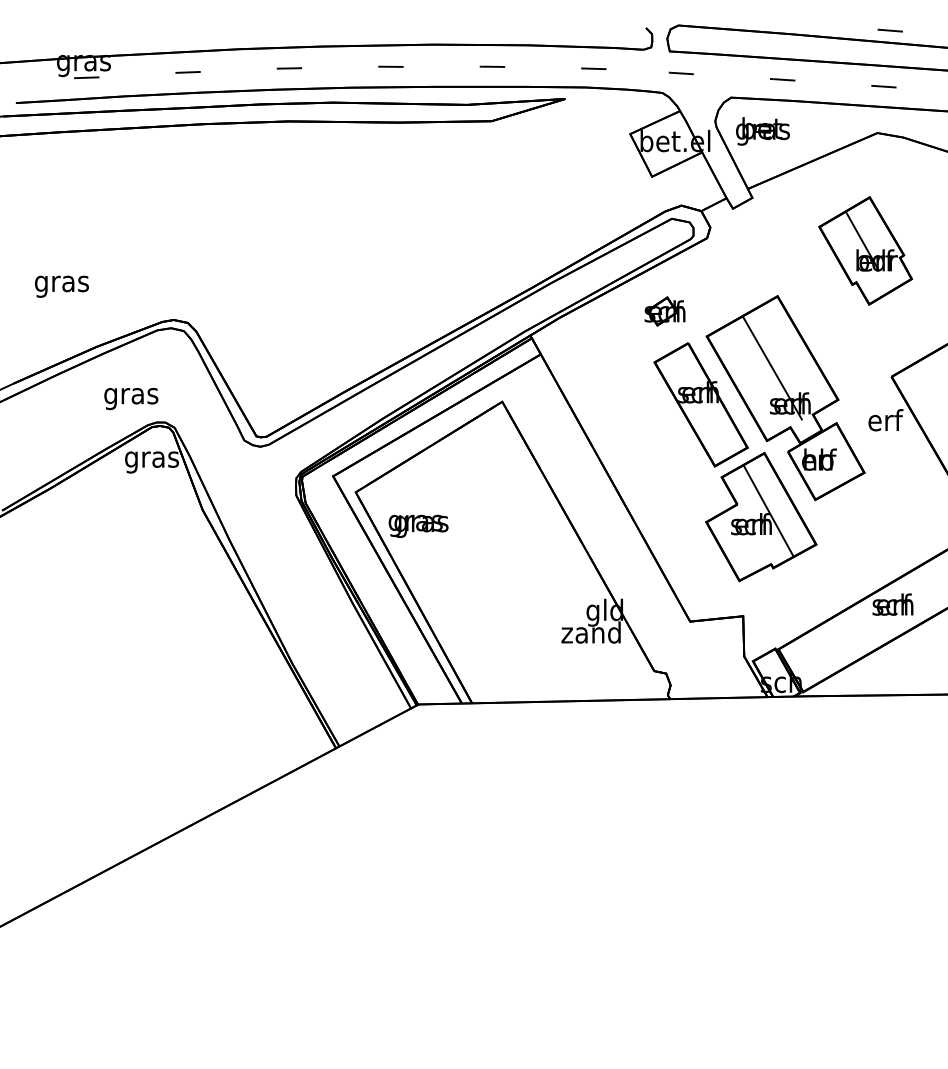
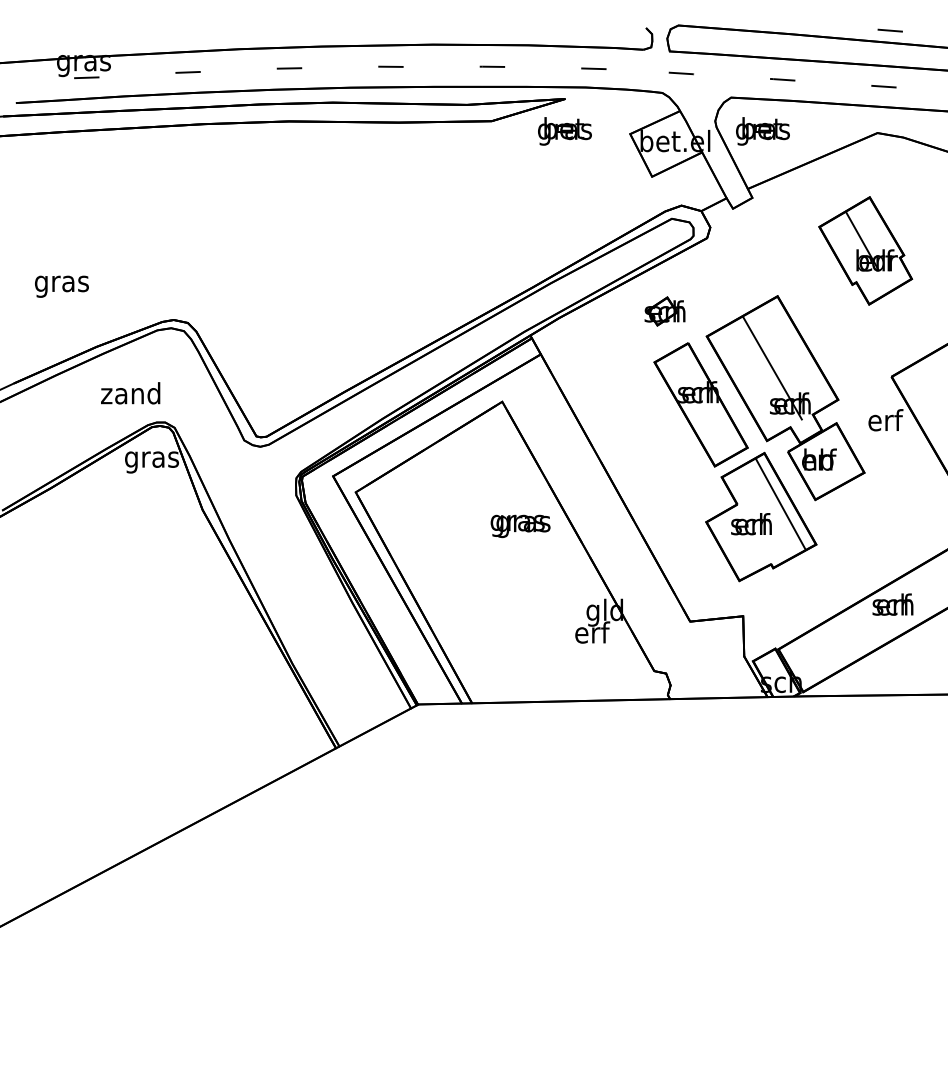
part at (564, 131): none -> present
text at (130, 396): gras -> zand
line at (768, 510) position: (768, 510) -> (780, 503)
text at (418, 526) position: (418, 526) -> (520, 526)
text at (590, 632): zand -> erf
